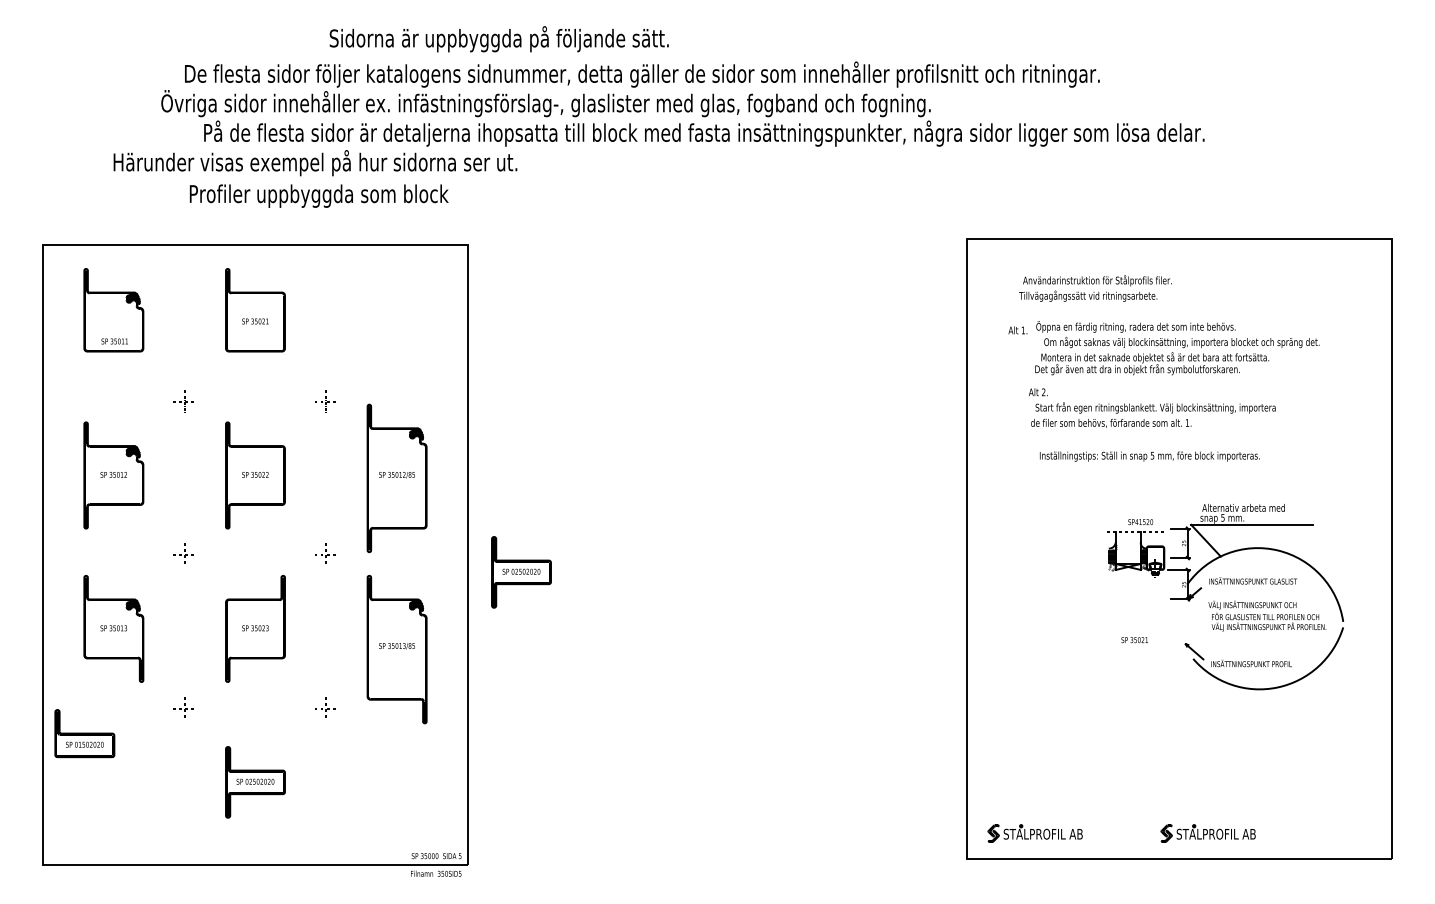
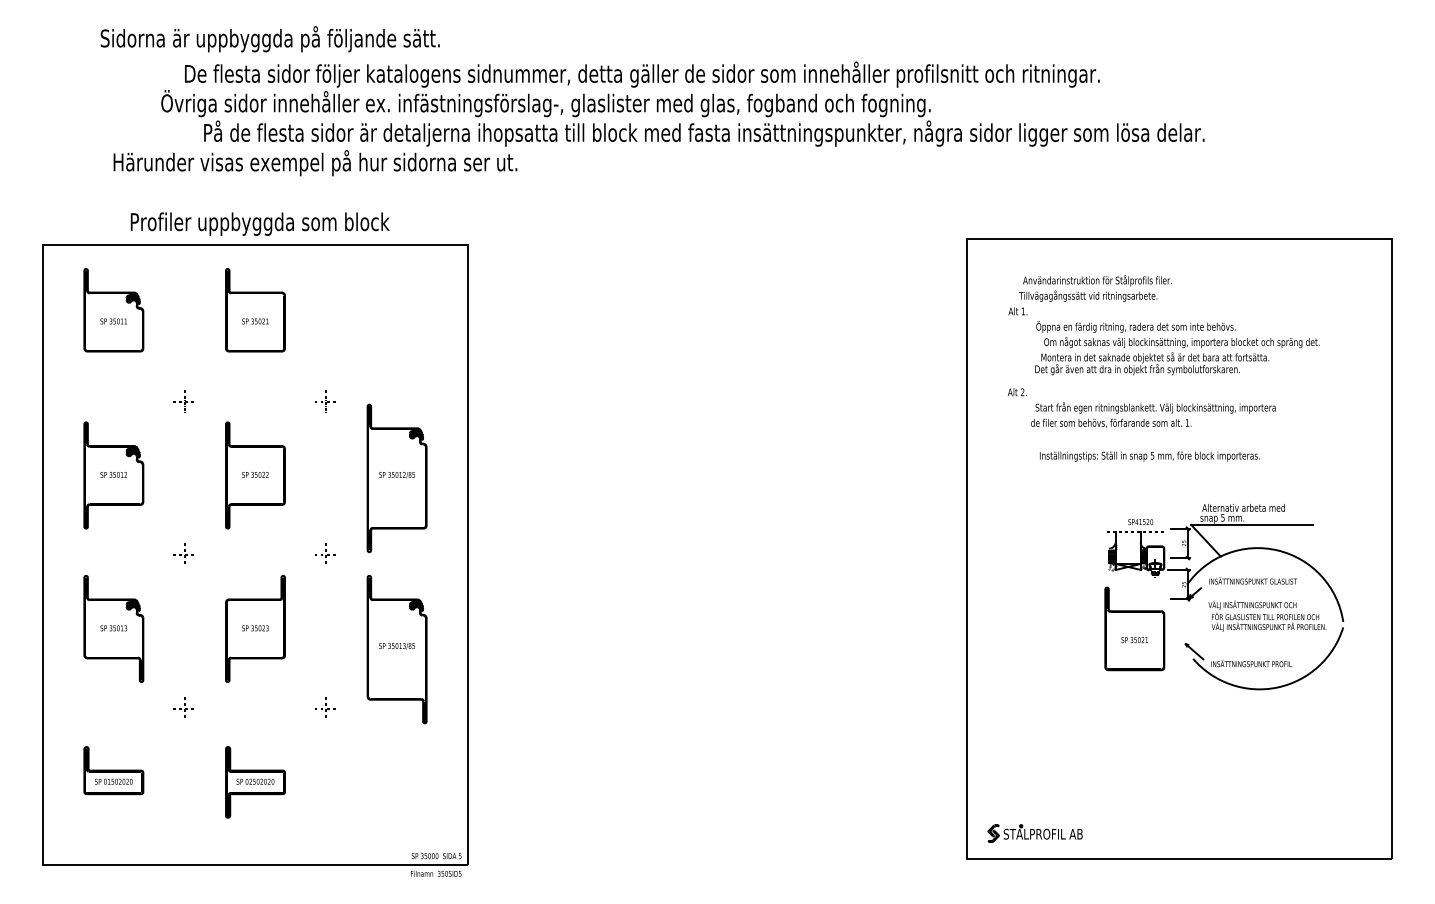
text at (498, 39) position: (498, 39) -> (269, 39)
text at (318, 195) position: (318, 195) -> (259, 223)
text at (1017, 330) position: (1017, 330) -> (1017, 311)
text at (114, 341) position: (114, 341) -> (113, 321)
text at (1038, 392) position: (1038, 392) -> (1017, 392)
part at (521, 572): present -> none
part at (1134, 628): none -> present
part at (84, 733) position: (84, 733) -> (113, 770)
part at (1207, 833): present -> none
